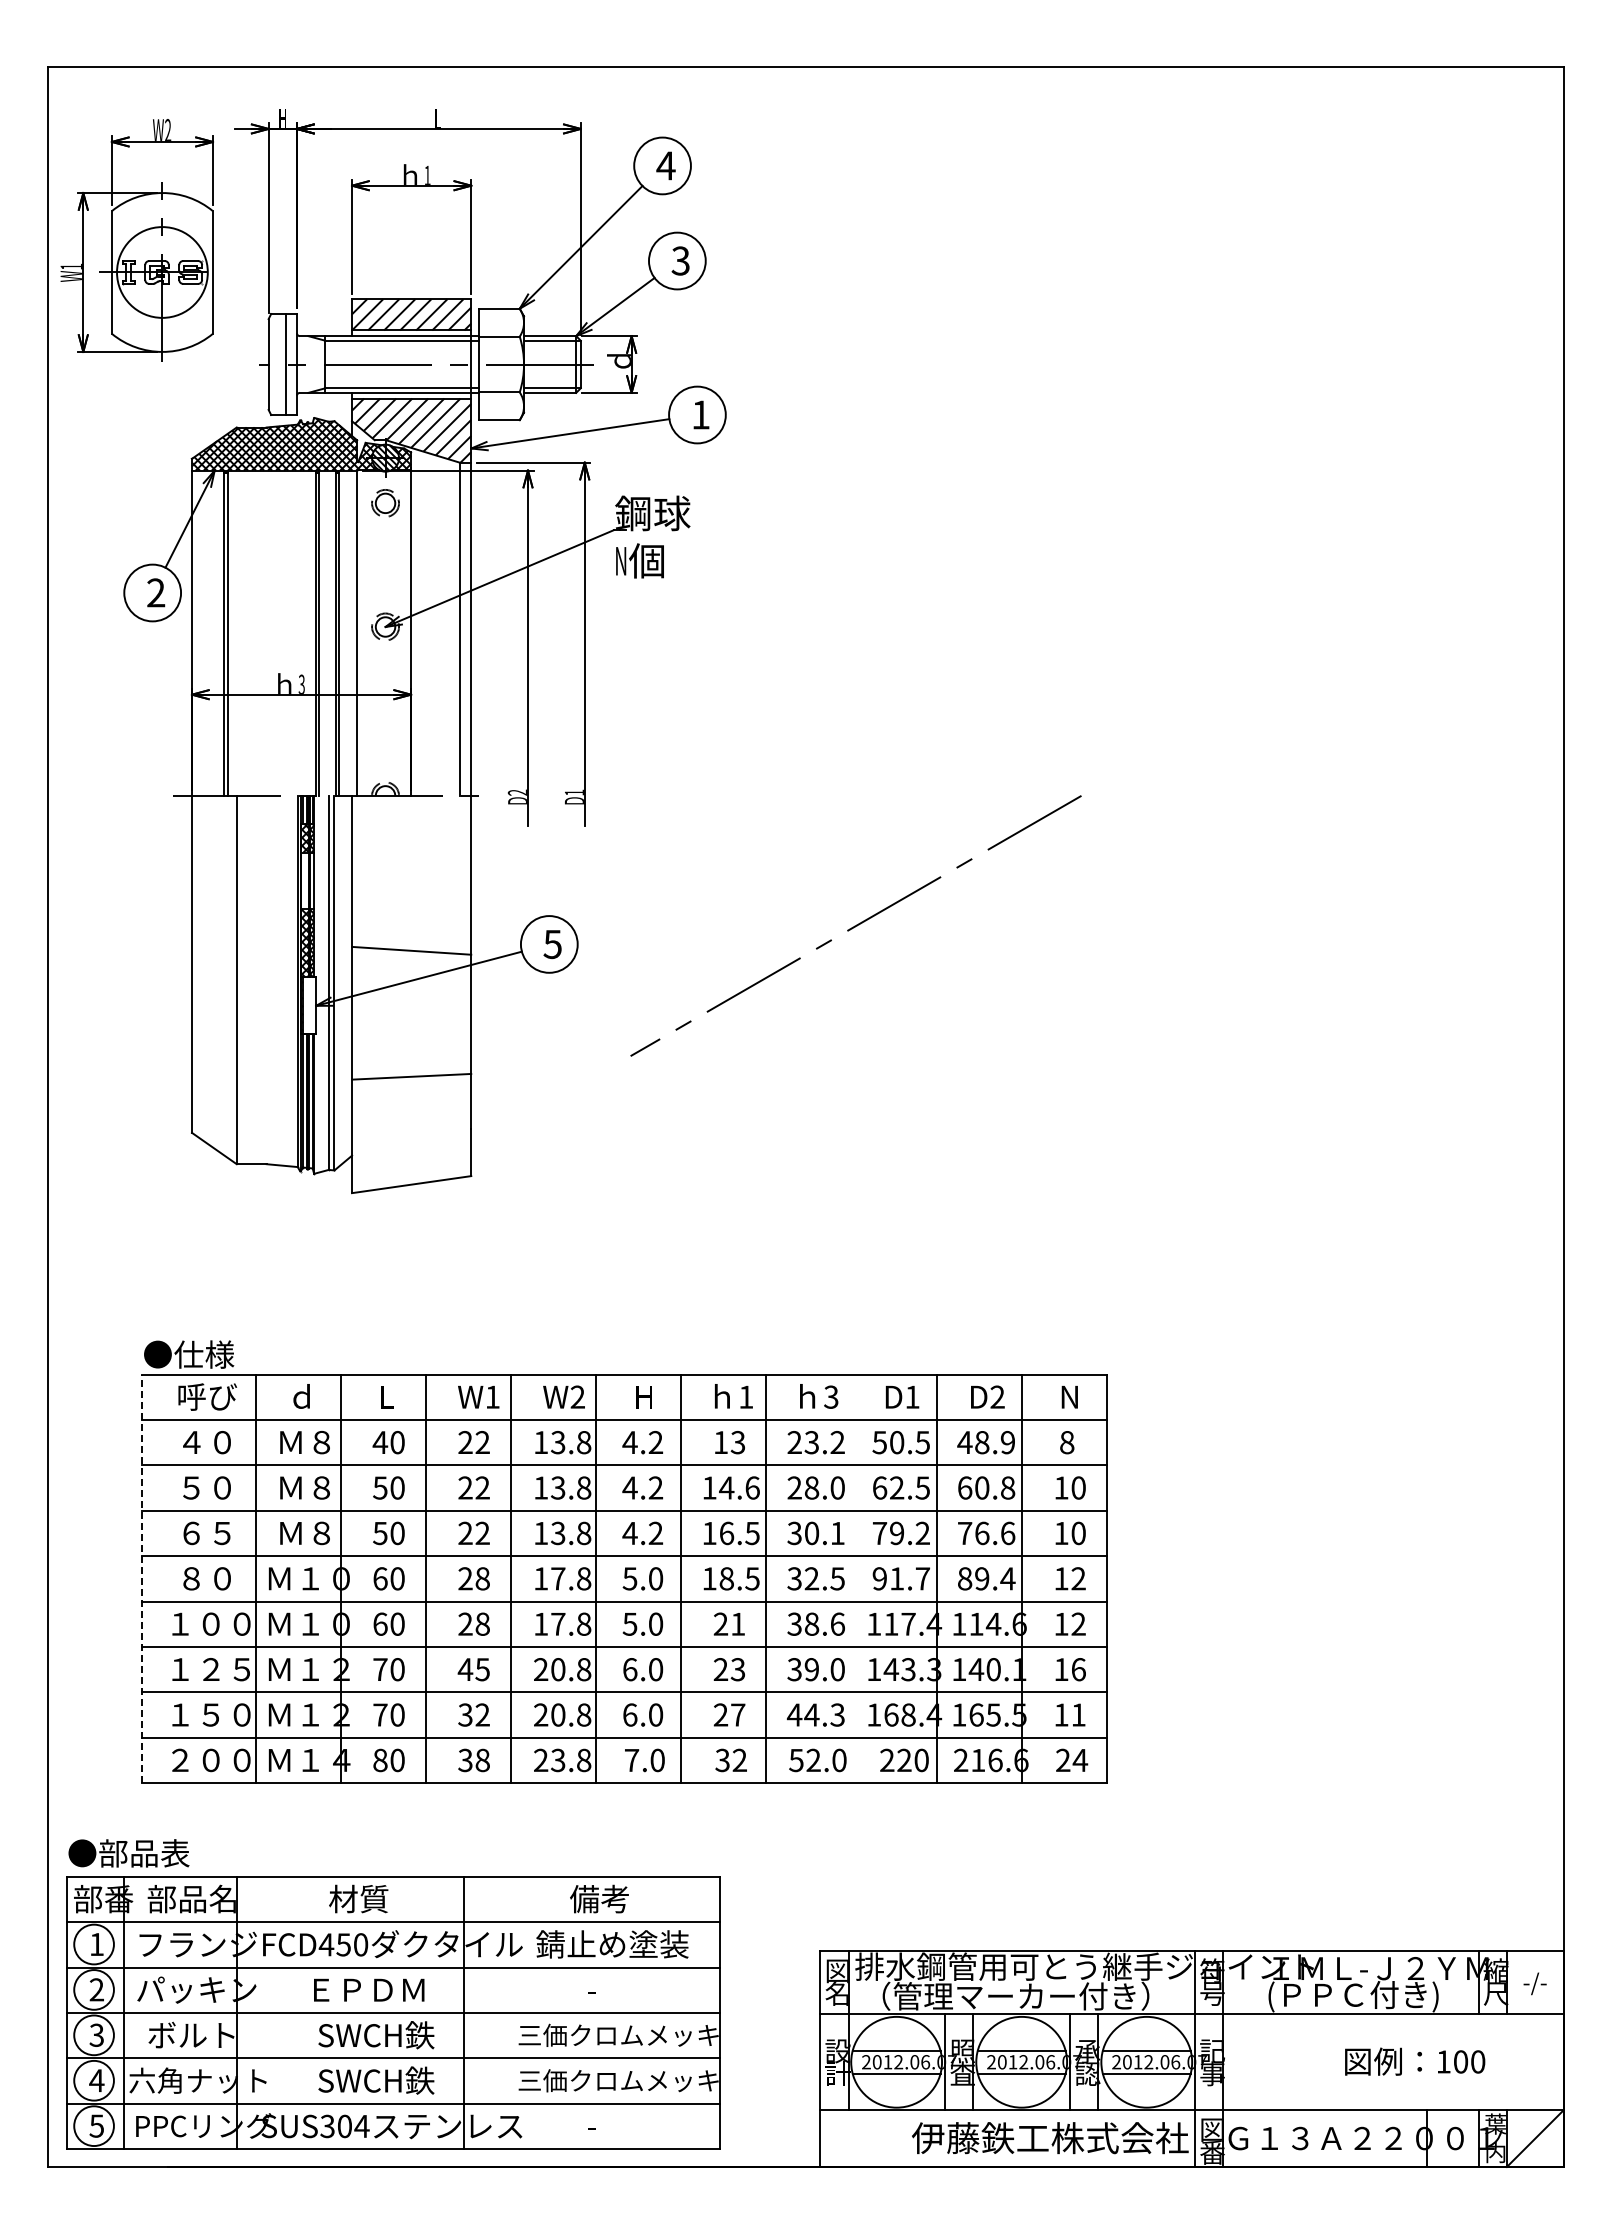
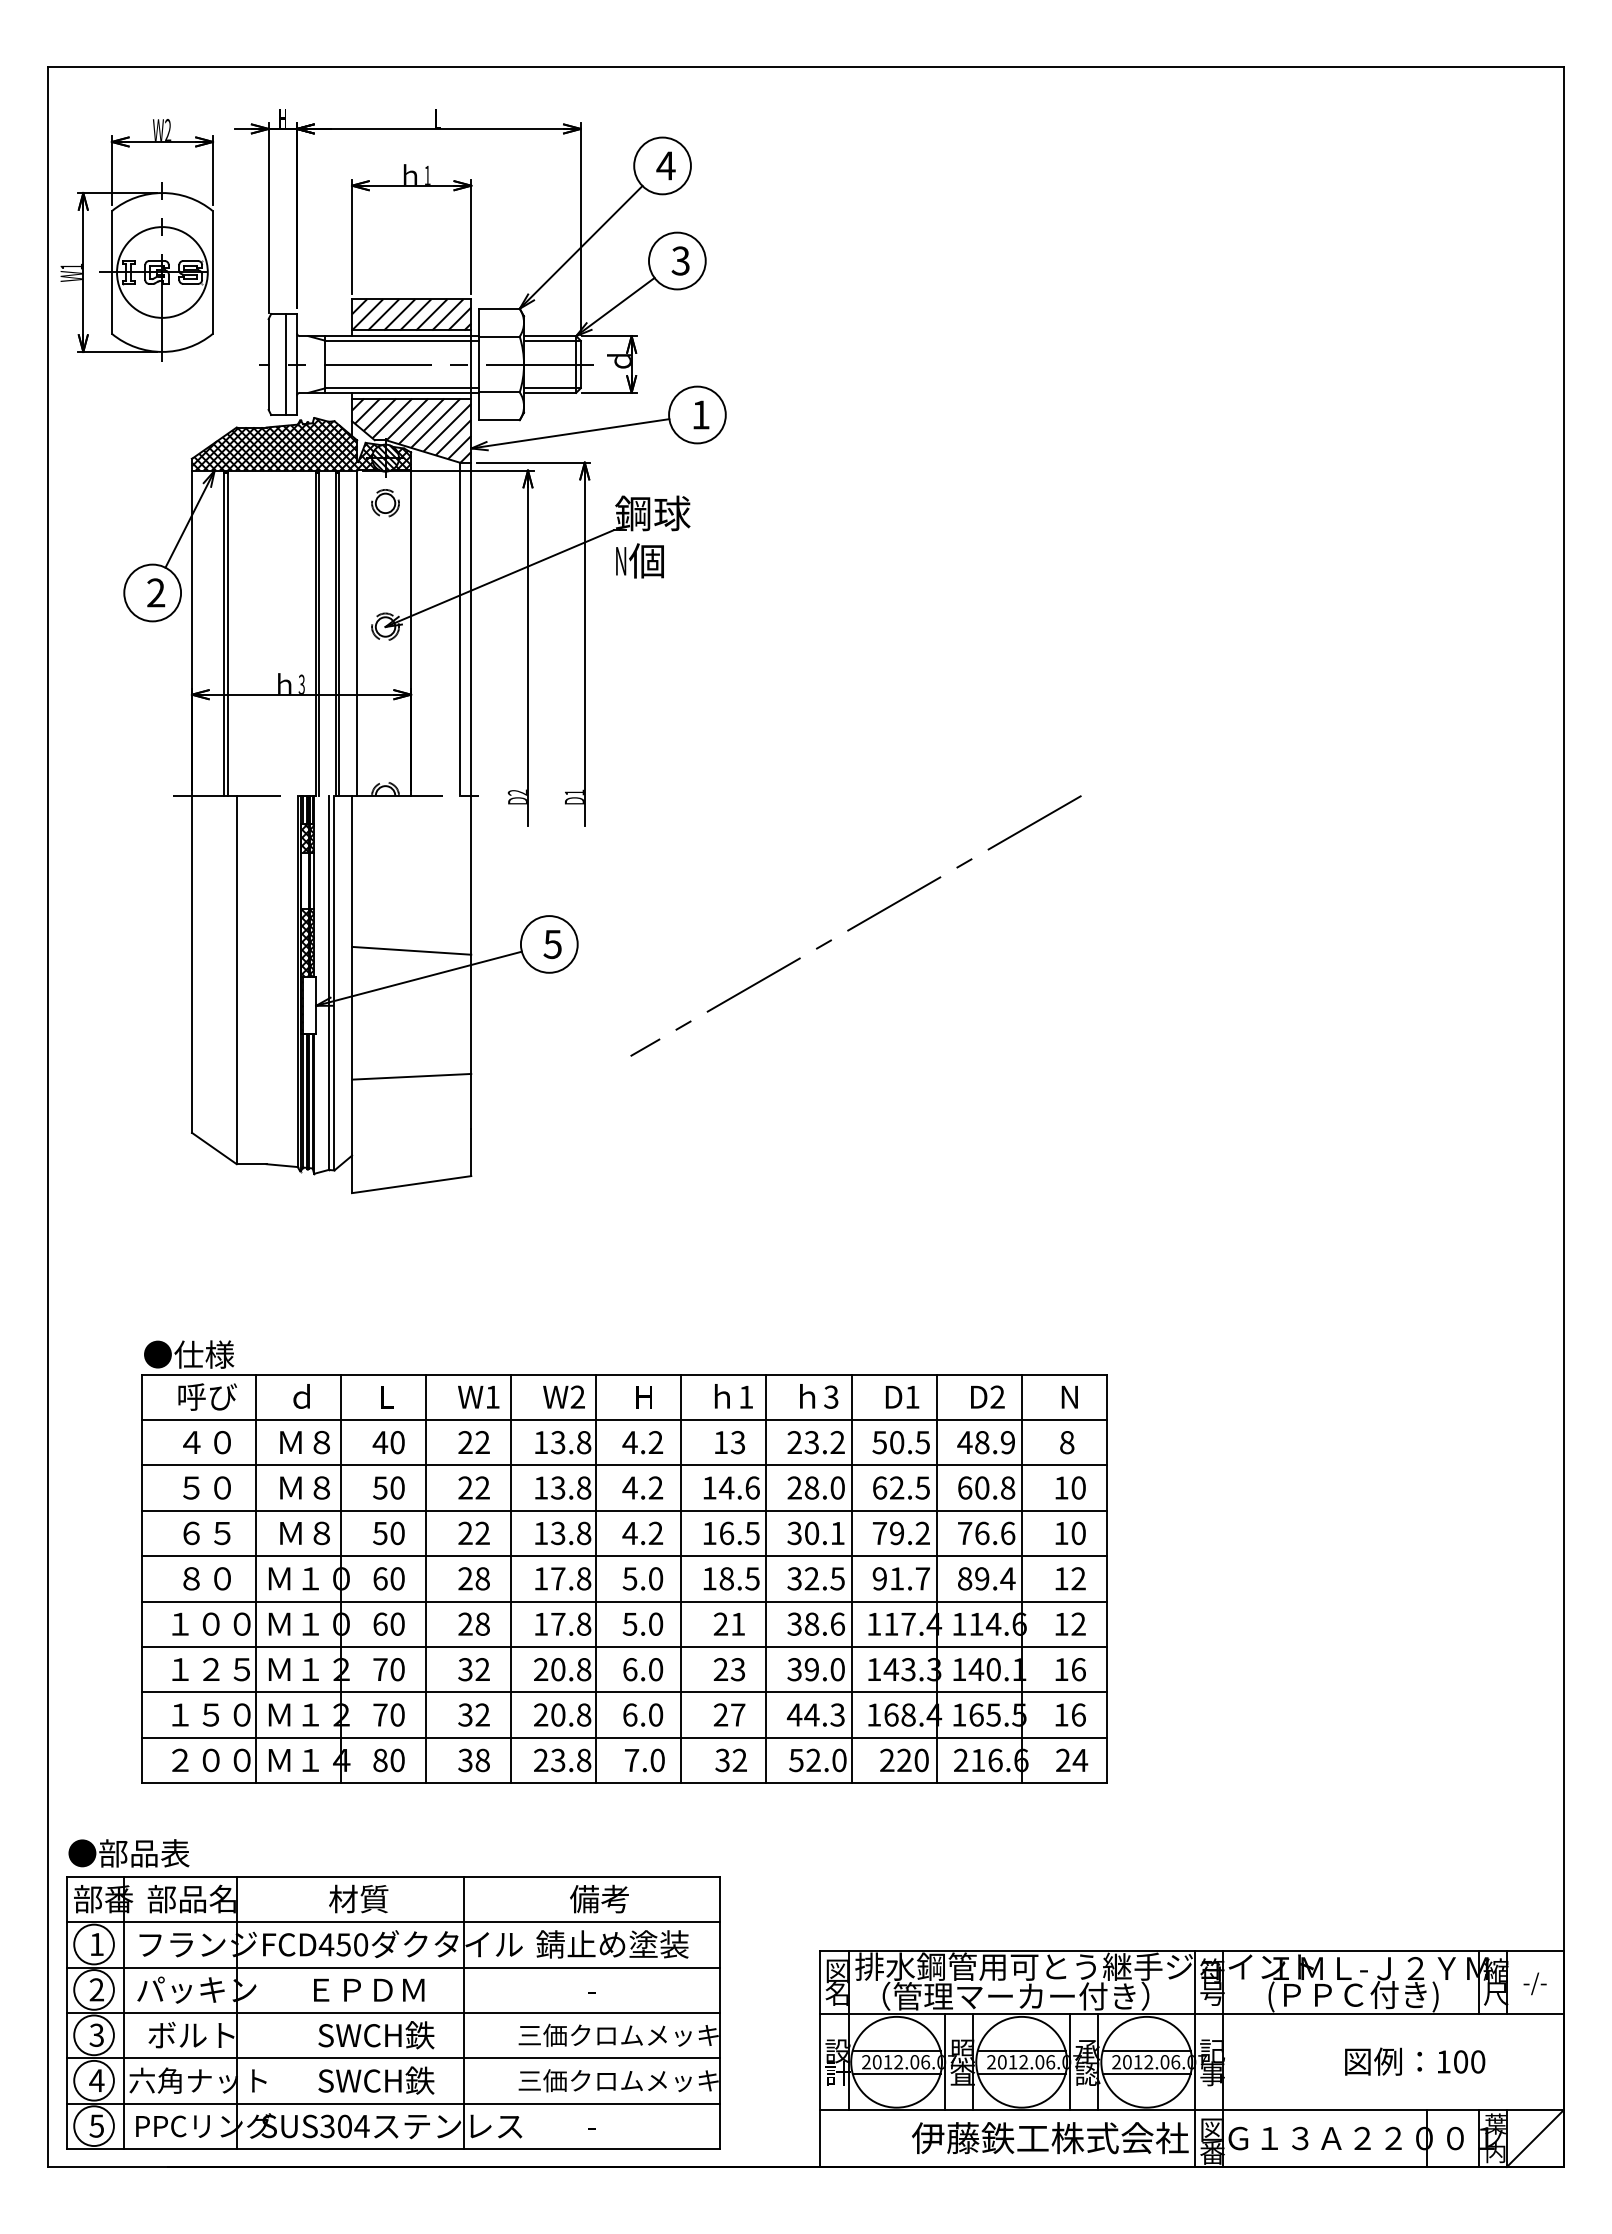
line at (142, 1578): dashed -> solid
line at (851, 1578): none -> present
text at (473, 1669): 45 -> 32
text at (1078, 1714): 11 -> 16
